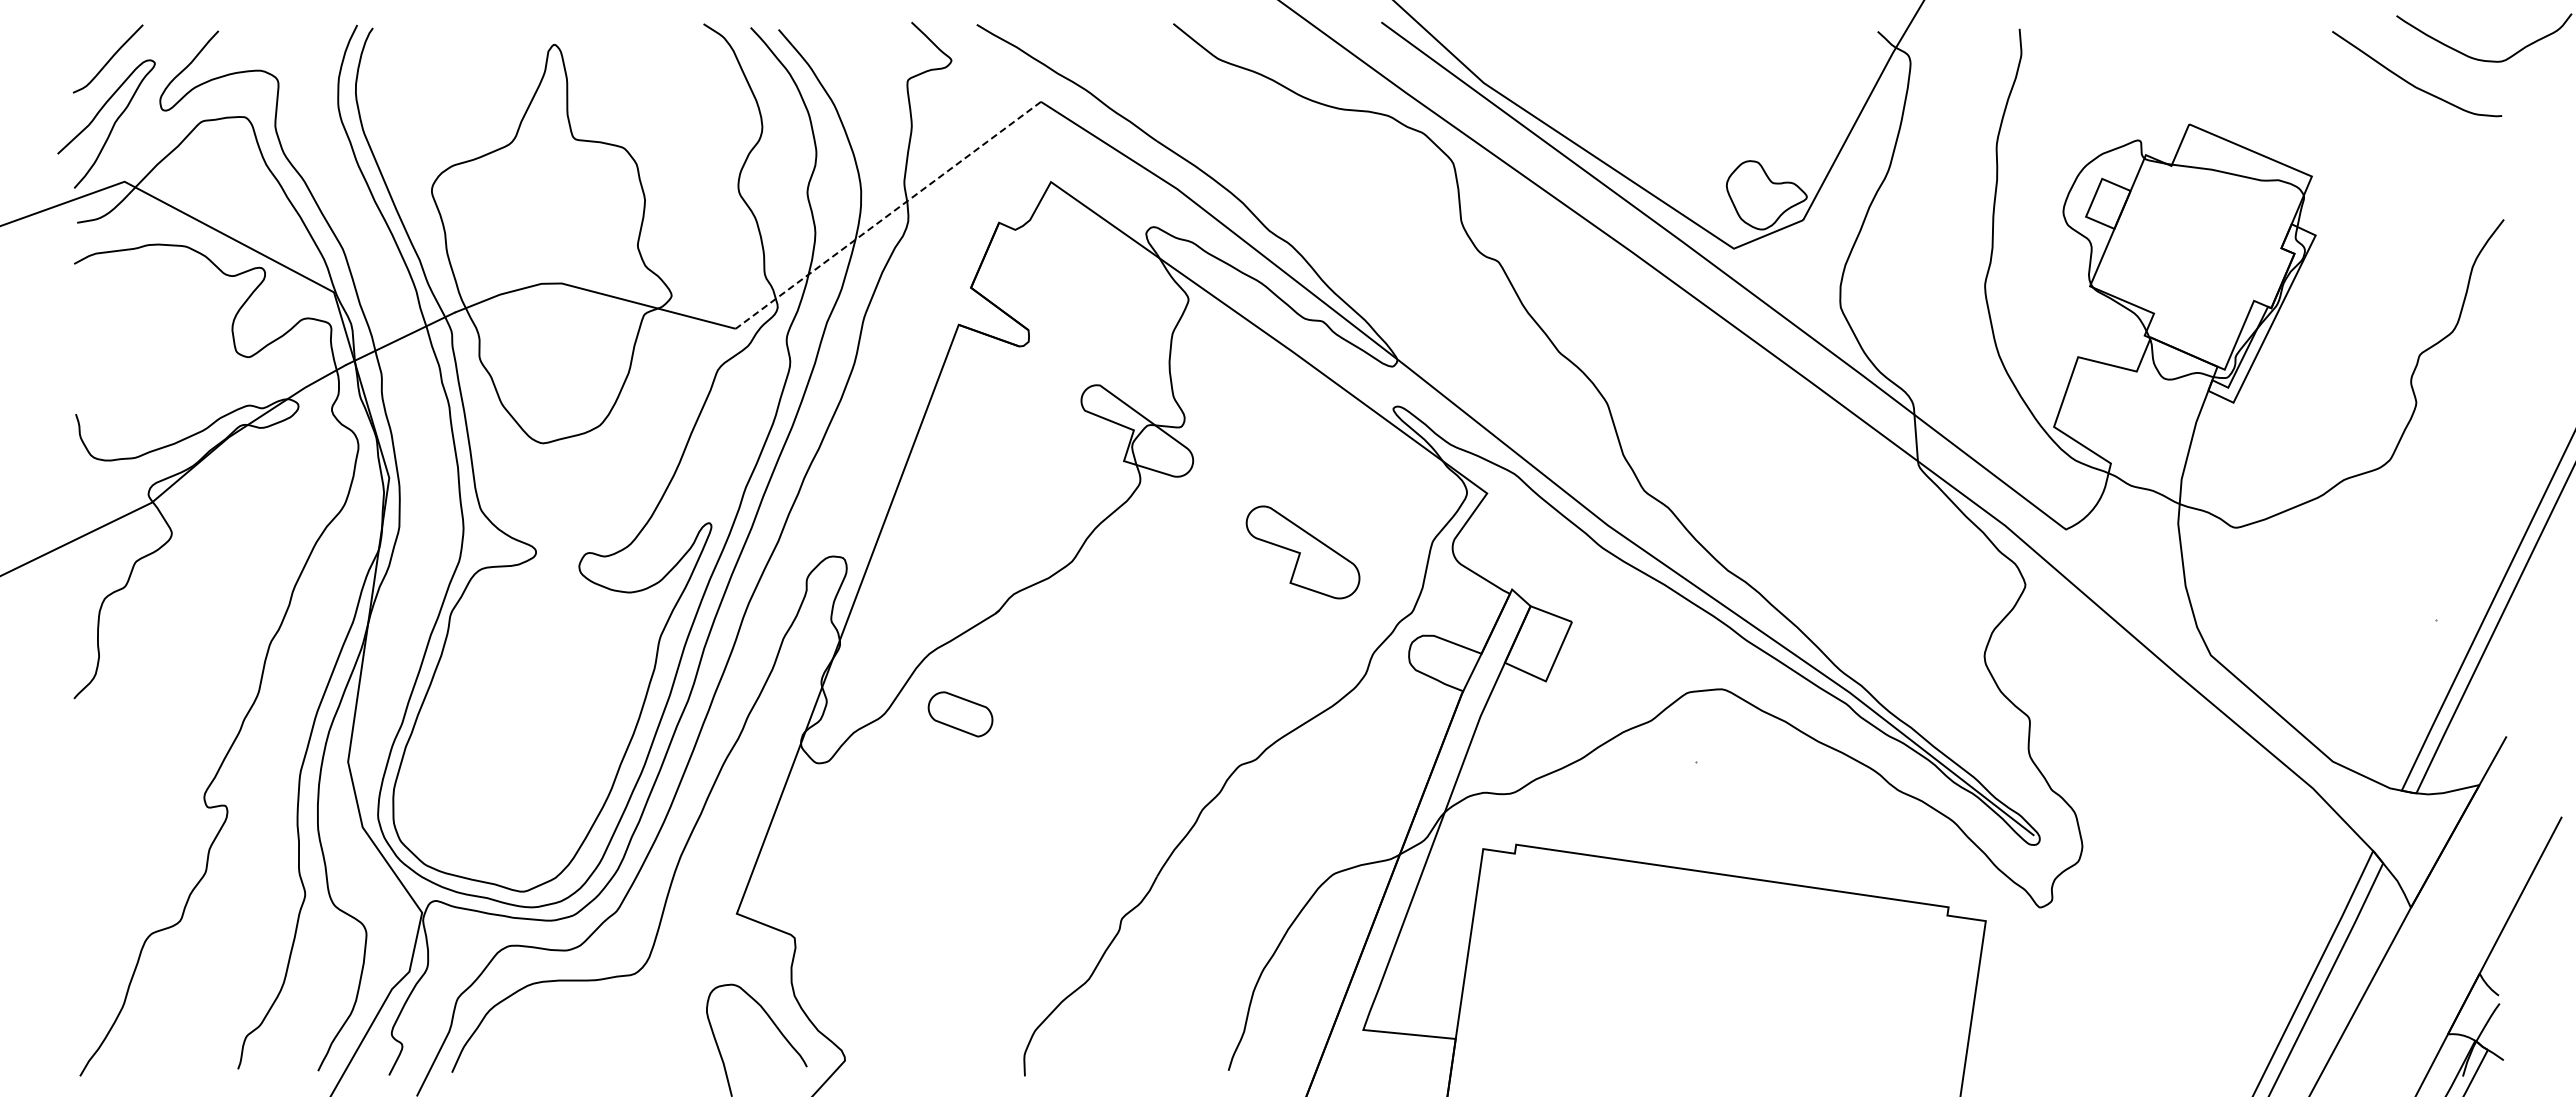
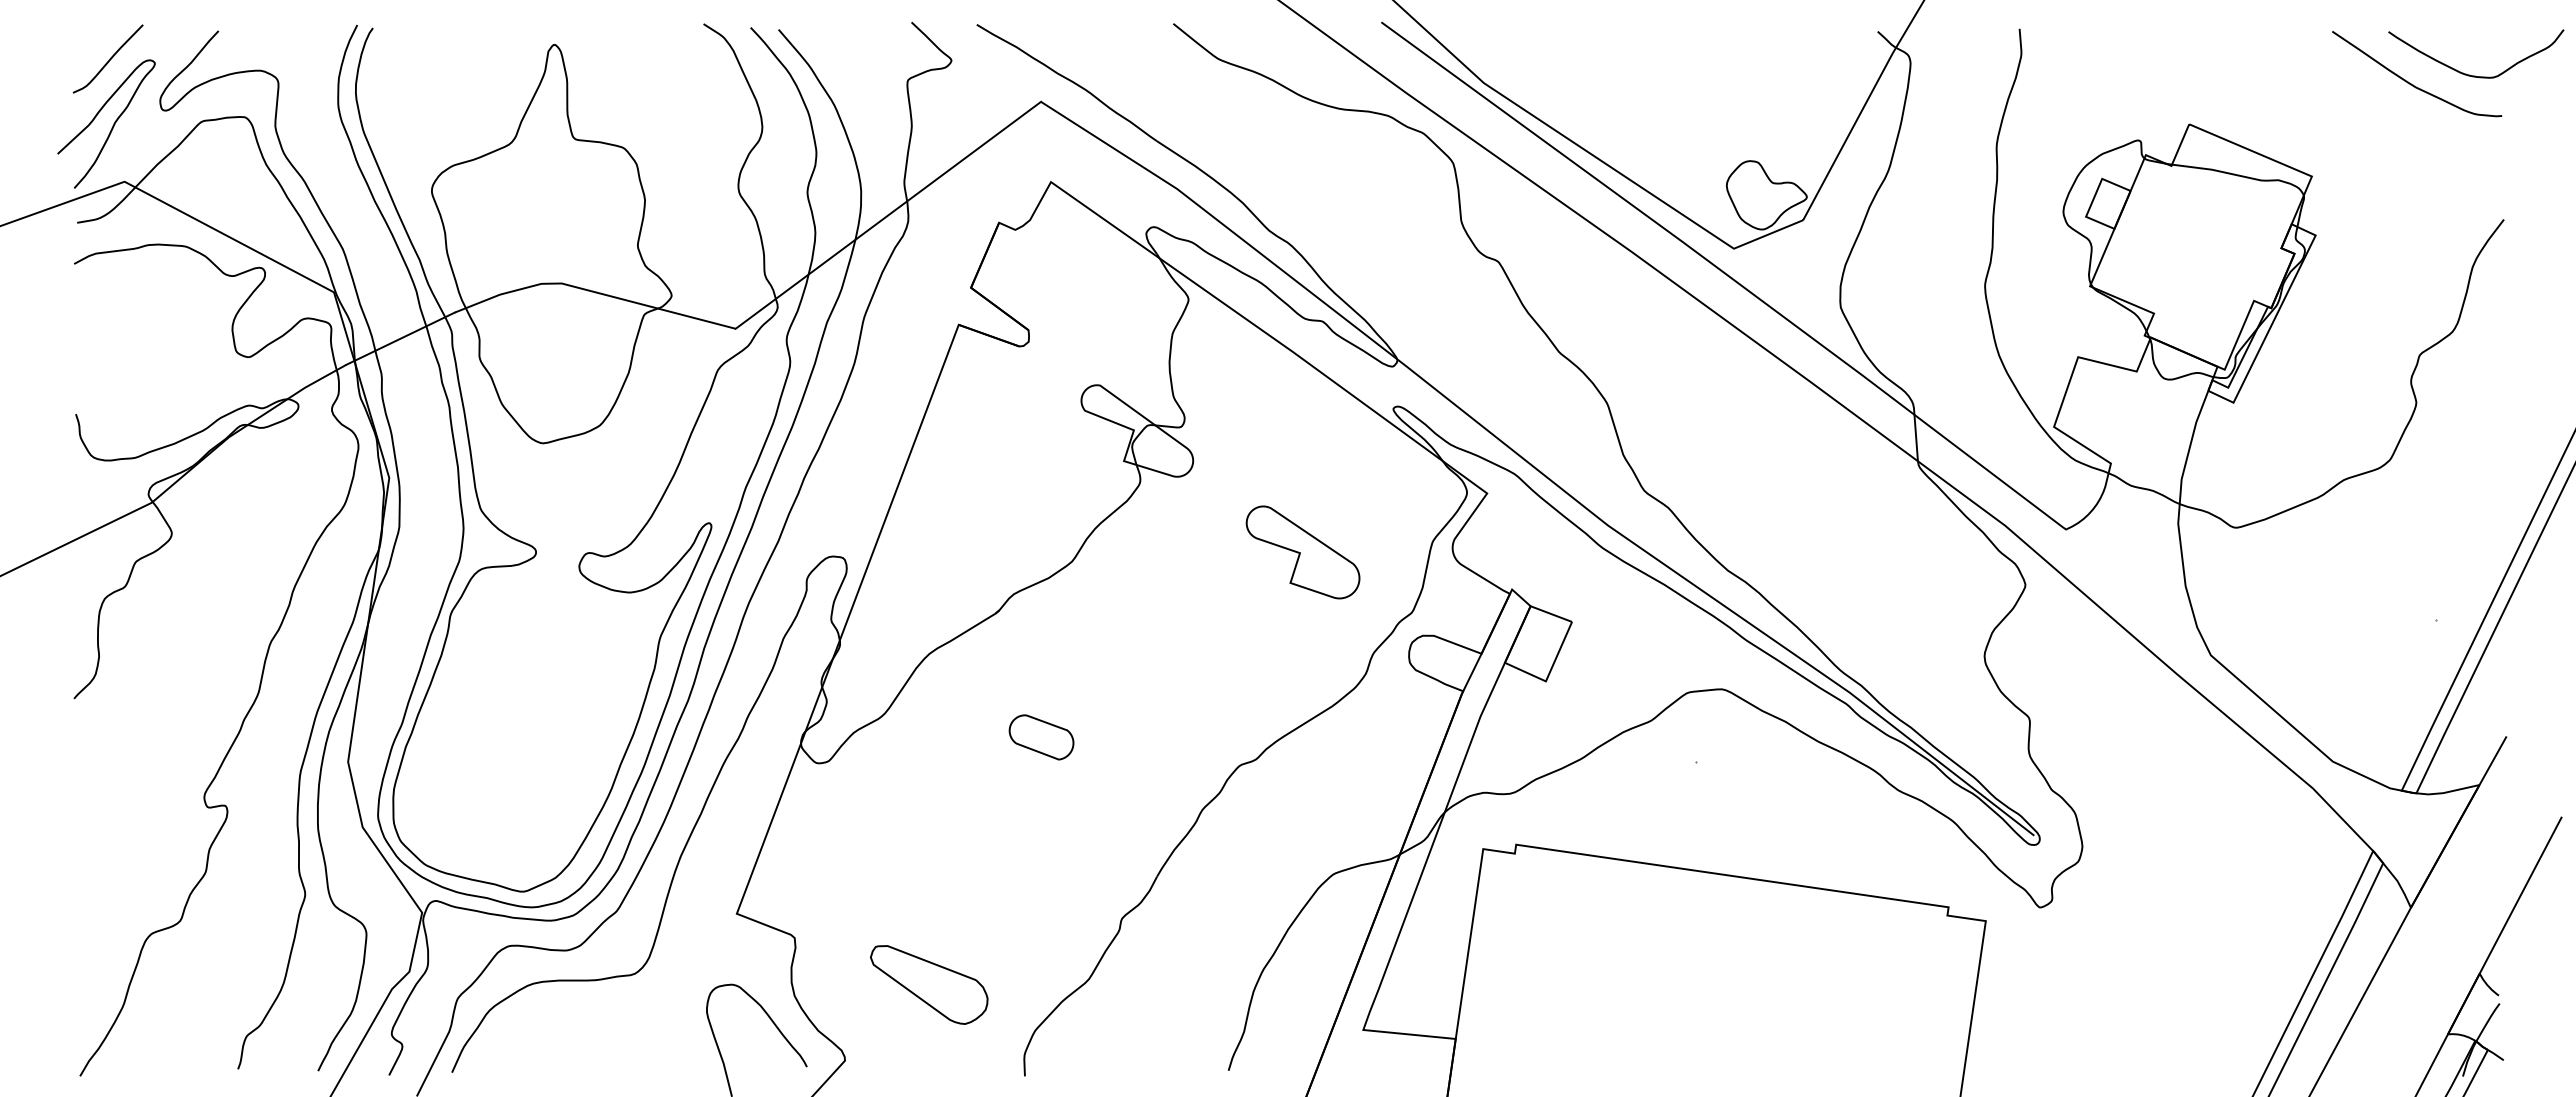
curve at (2483, 59) position: (2483, 59) -> (2475, 75)
line at (887, 215): dashed -> solid
part at (960, 714) position: (960, 714) -> (1041, 737)
part at (929, 984): none -> present
